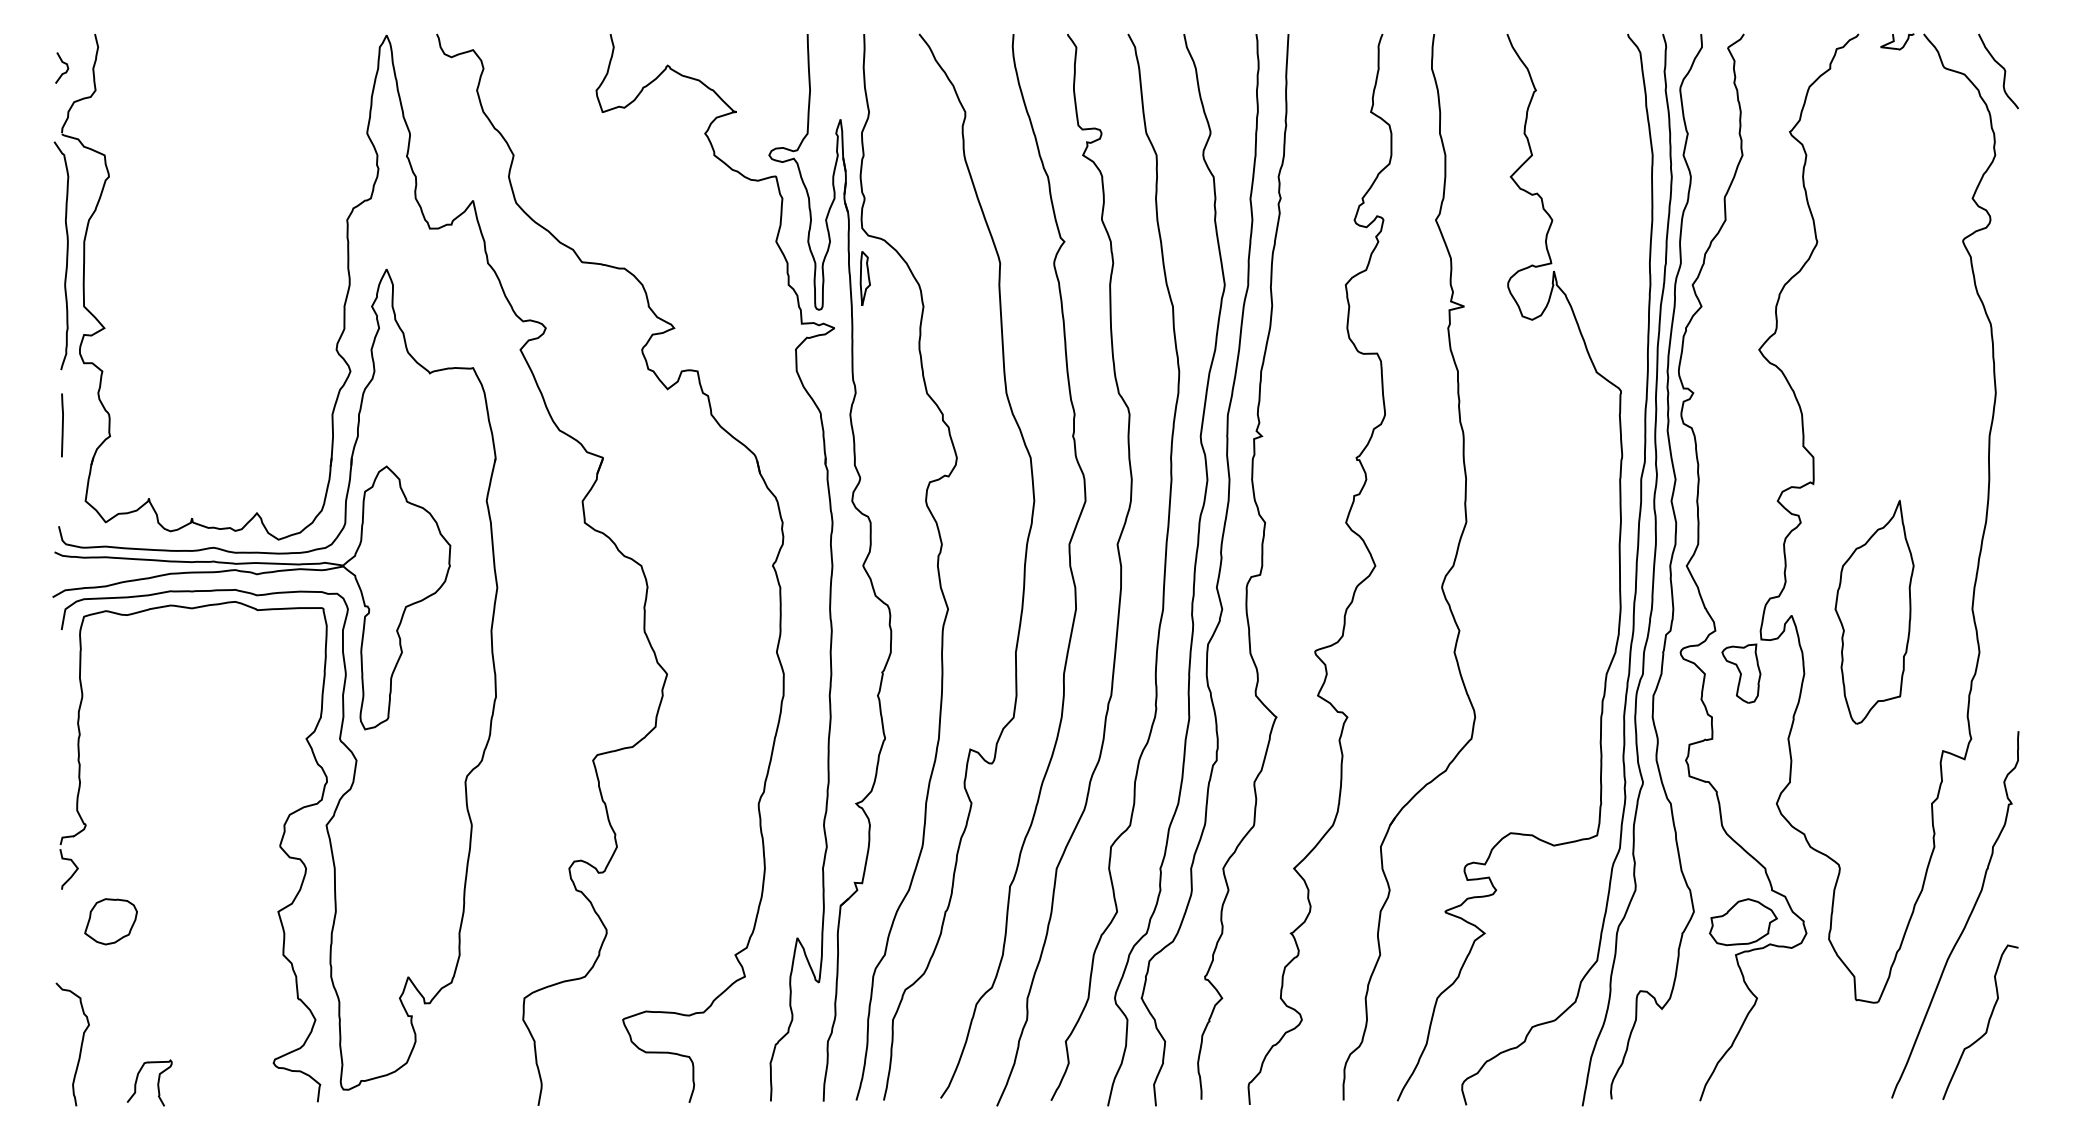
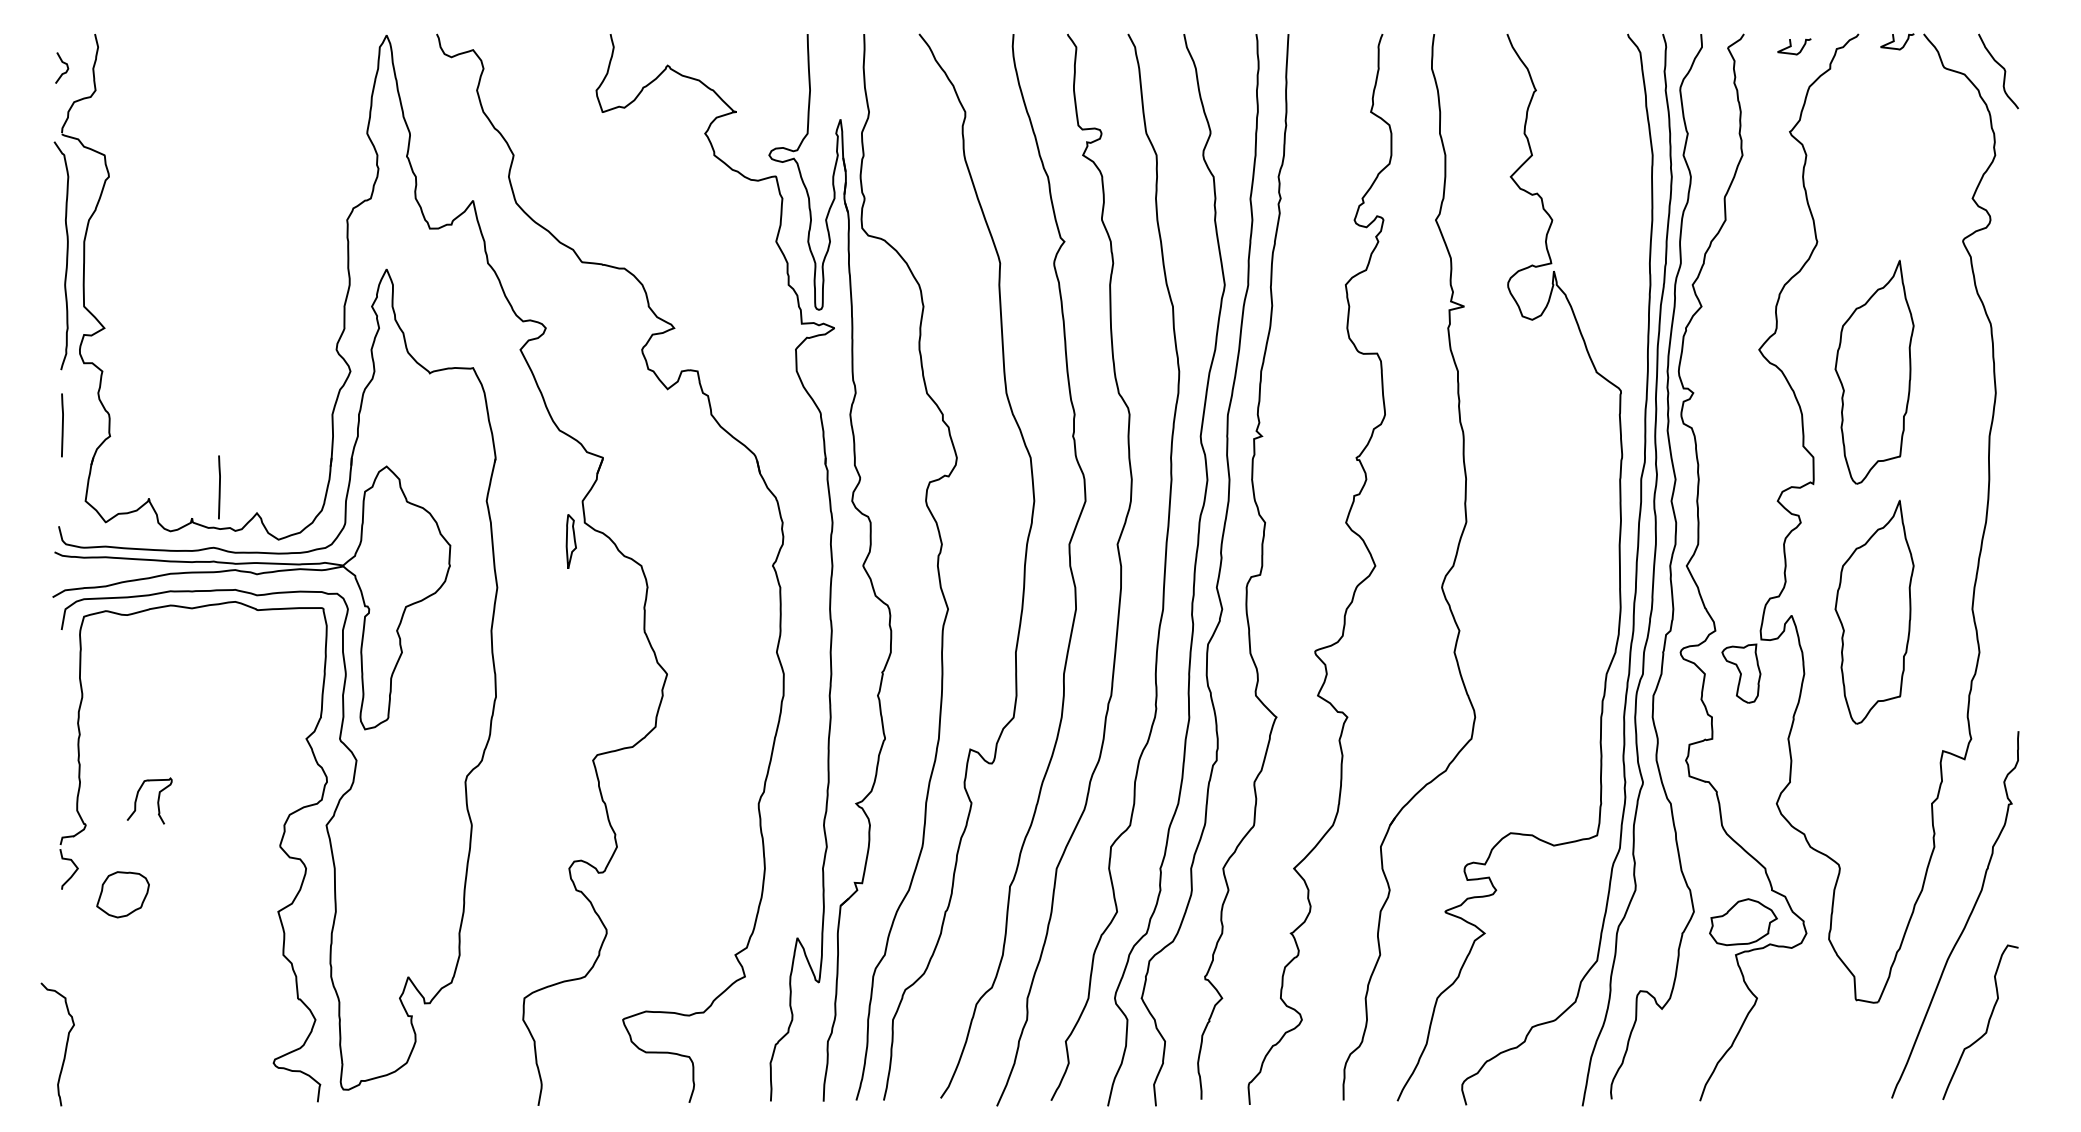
curve at (1791, 46): none -> present
part at (864, 278) position: (864, 278) -> (570, 541)
part at (1874, 371): none -> present
line at (219, 487): none -> present
part at (110, 921) position: (110, 921) -> (122, 894)
curve at (80, 1045) position: (80, 1045) -> (65, 1045)
curve at (157, 1082) position: (157, 1082) -> (157, 800)
